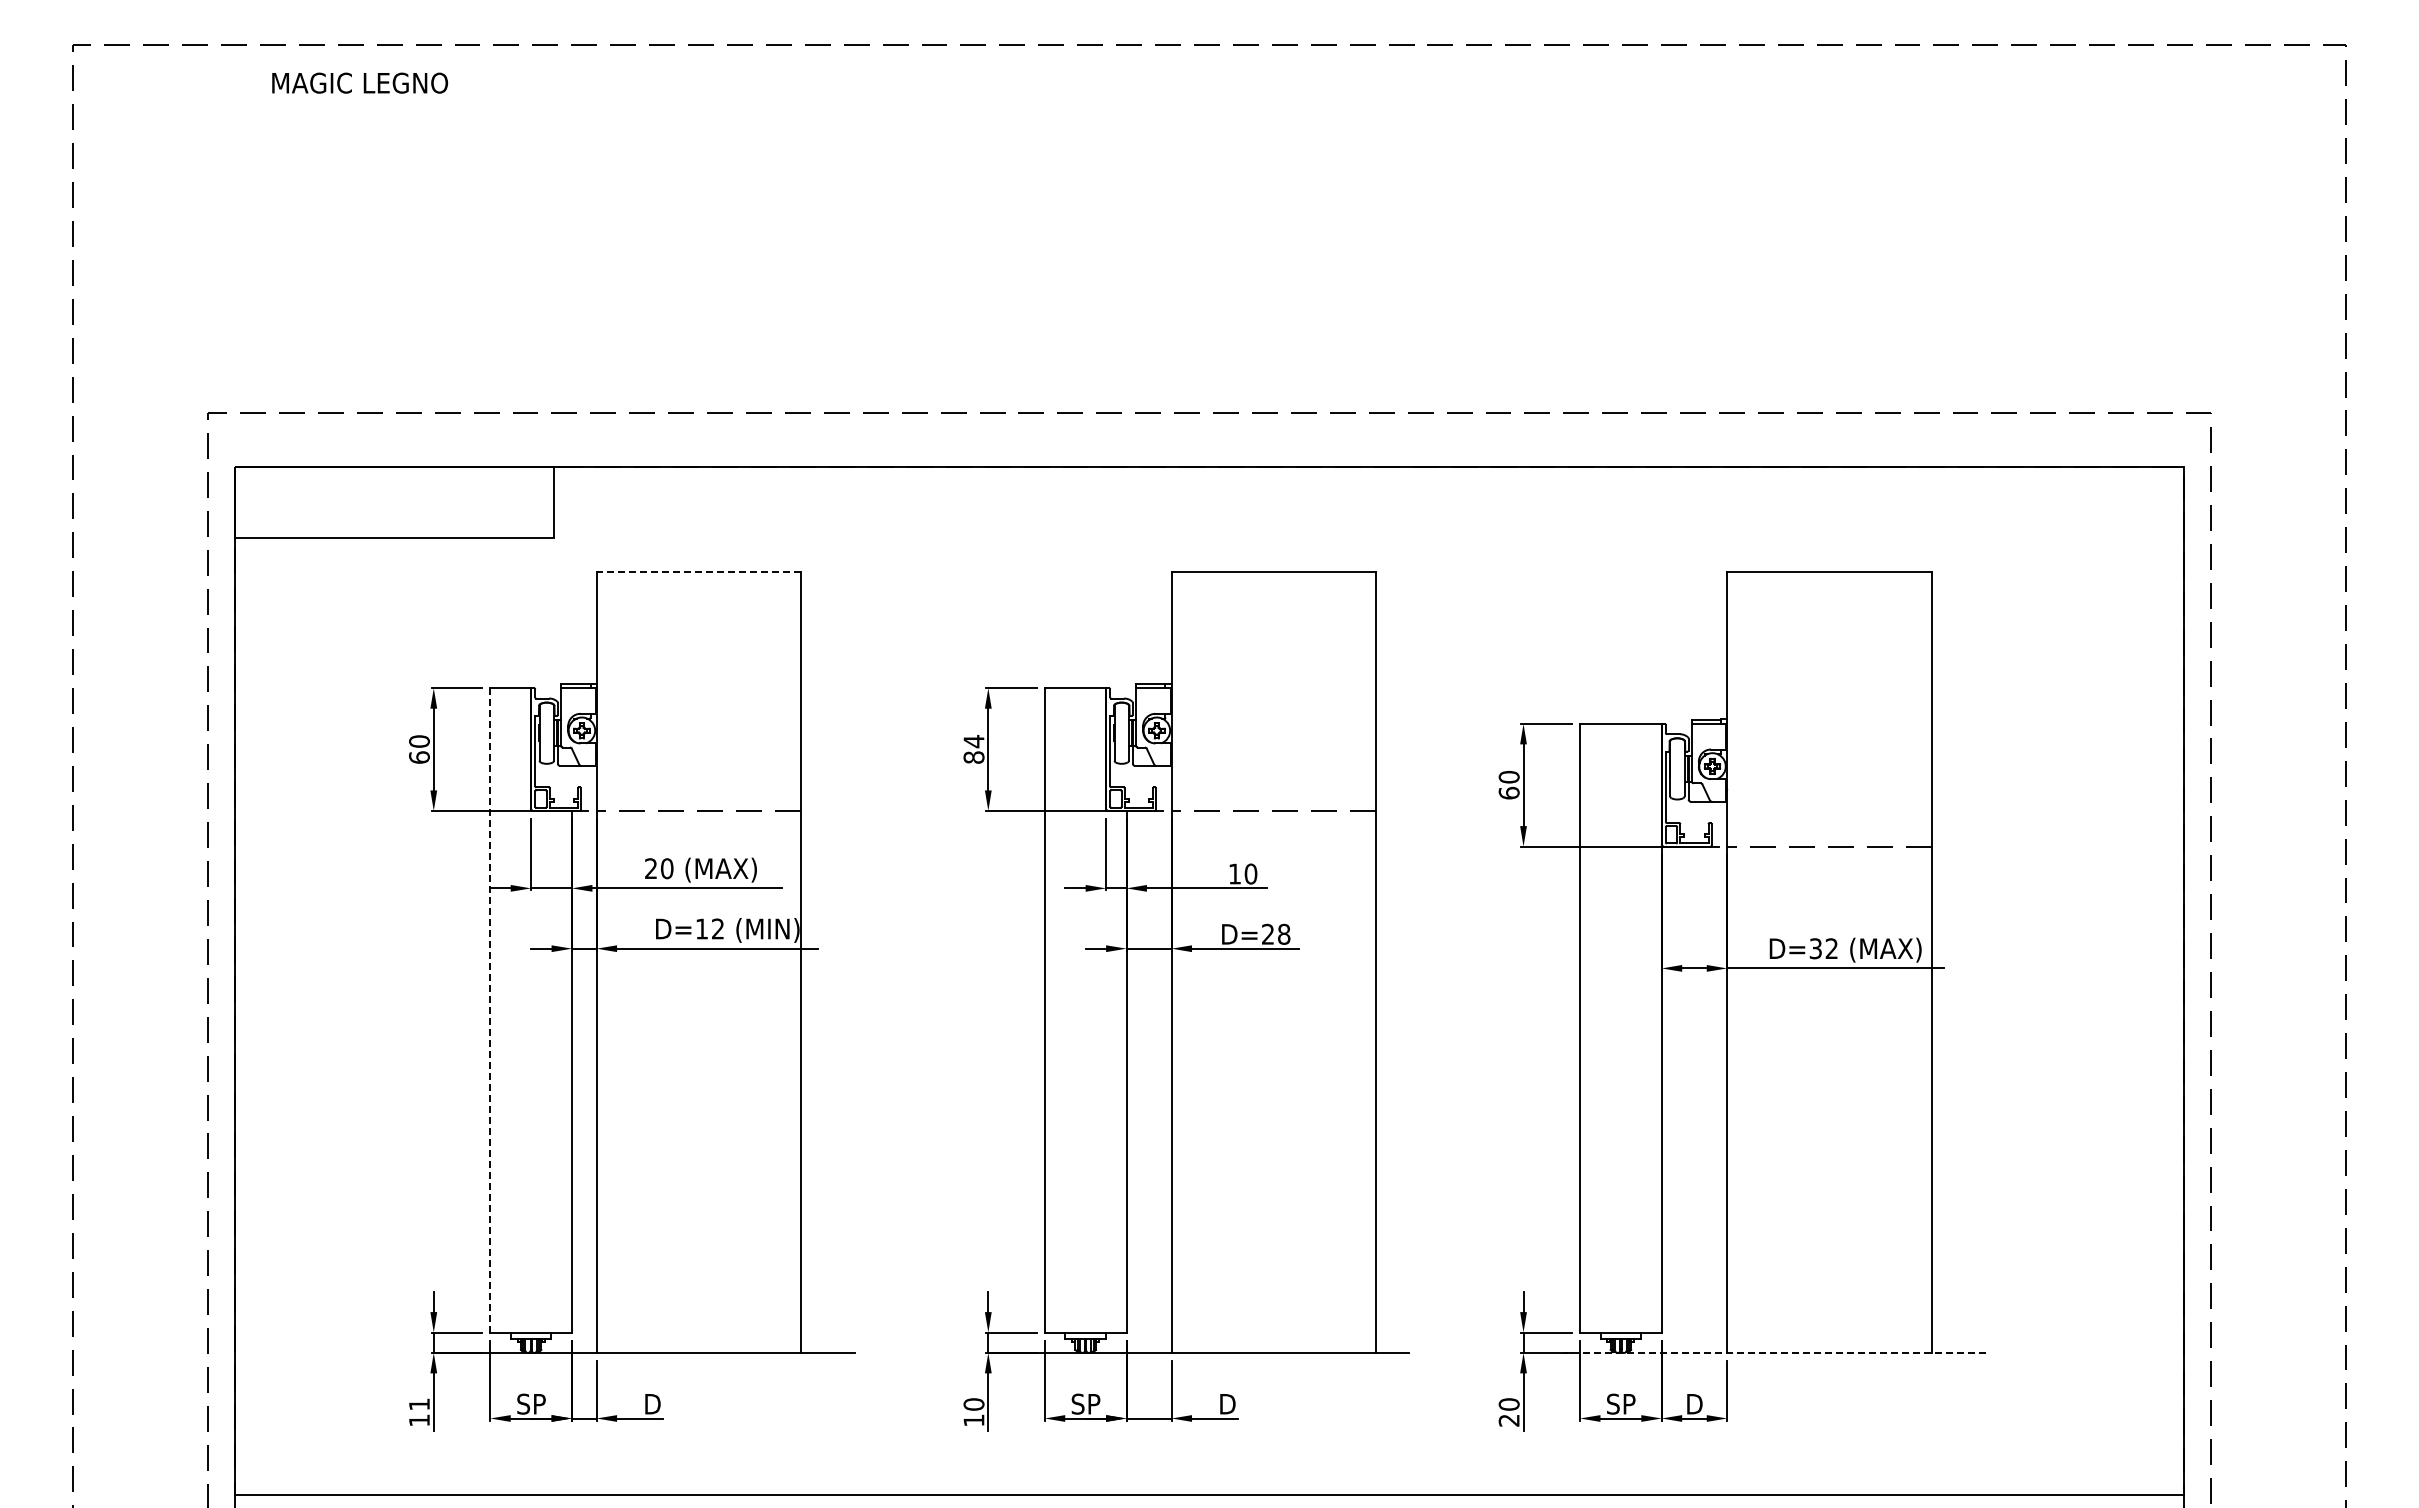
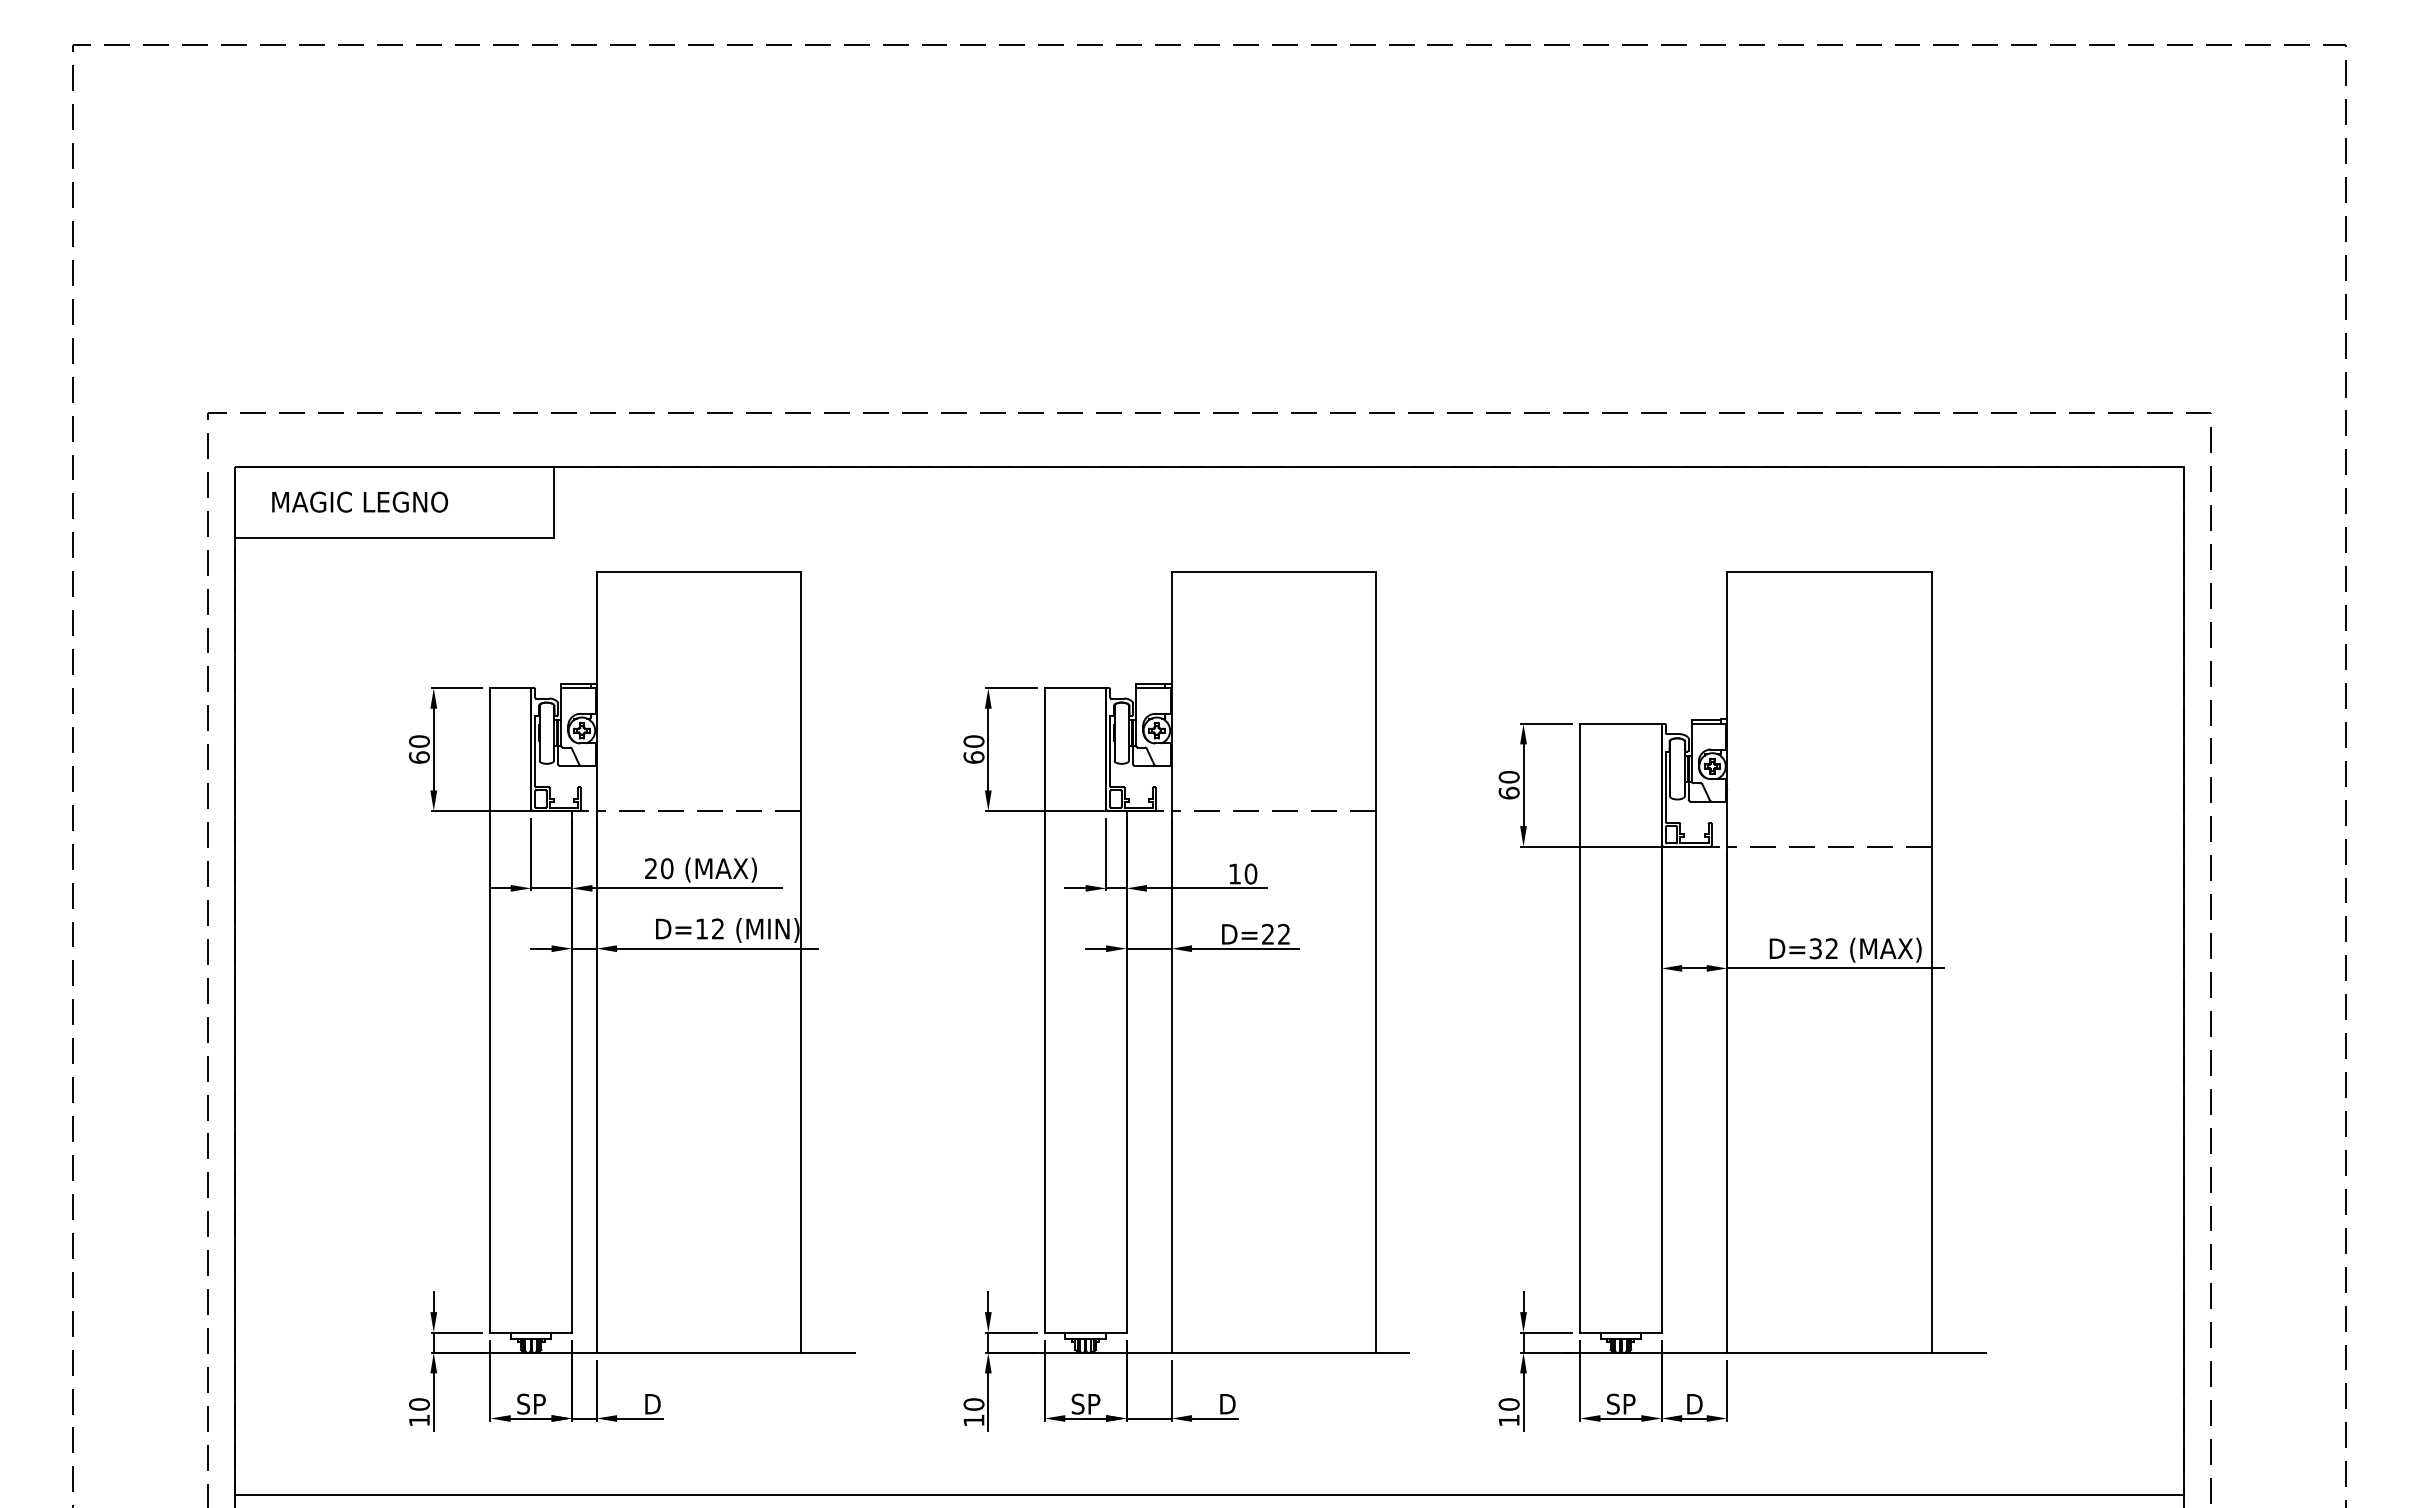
text at (360, 82) position: (360, 82) -> (360, 501)
line at (698, 572): dashed -> solid
text at (973, 749): 84 -> 60
text at (1284, 933): D=28 -> D=22
line at (490, 1010): dashed -> solid
line at (1775, 1352): dashed -> solid
text at (419, 1404): 11 -> 10
text at (1508, 1420): 20 -> 10
